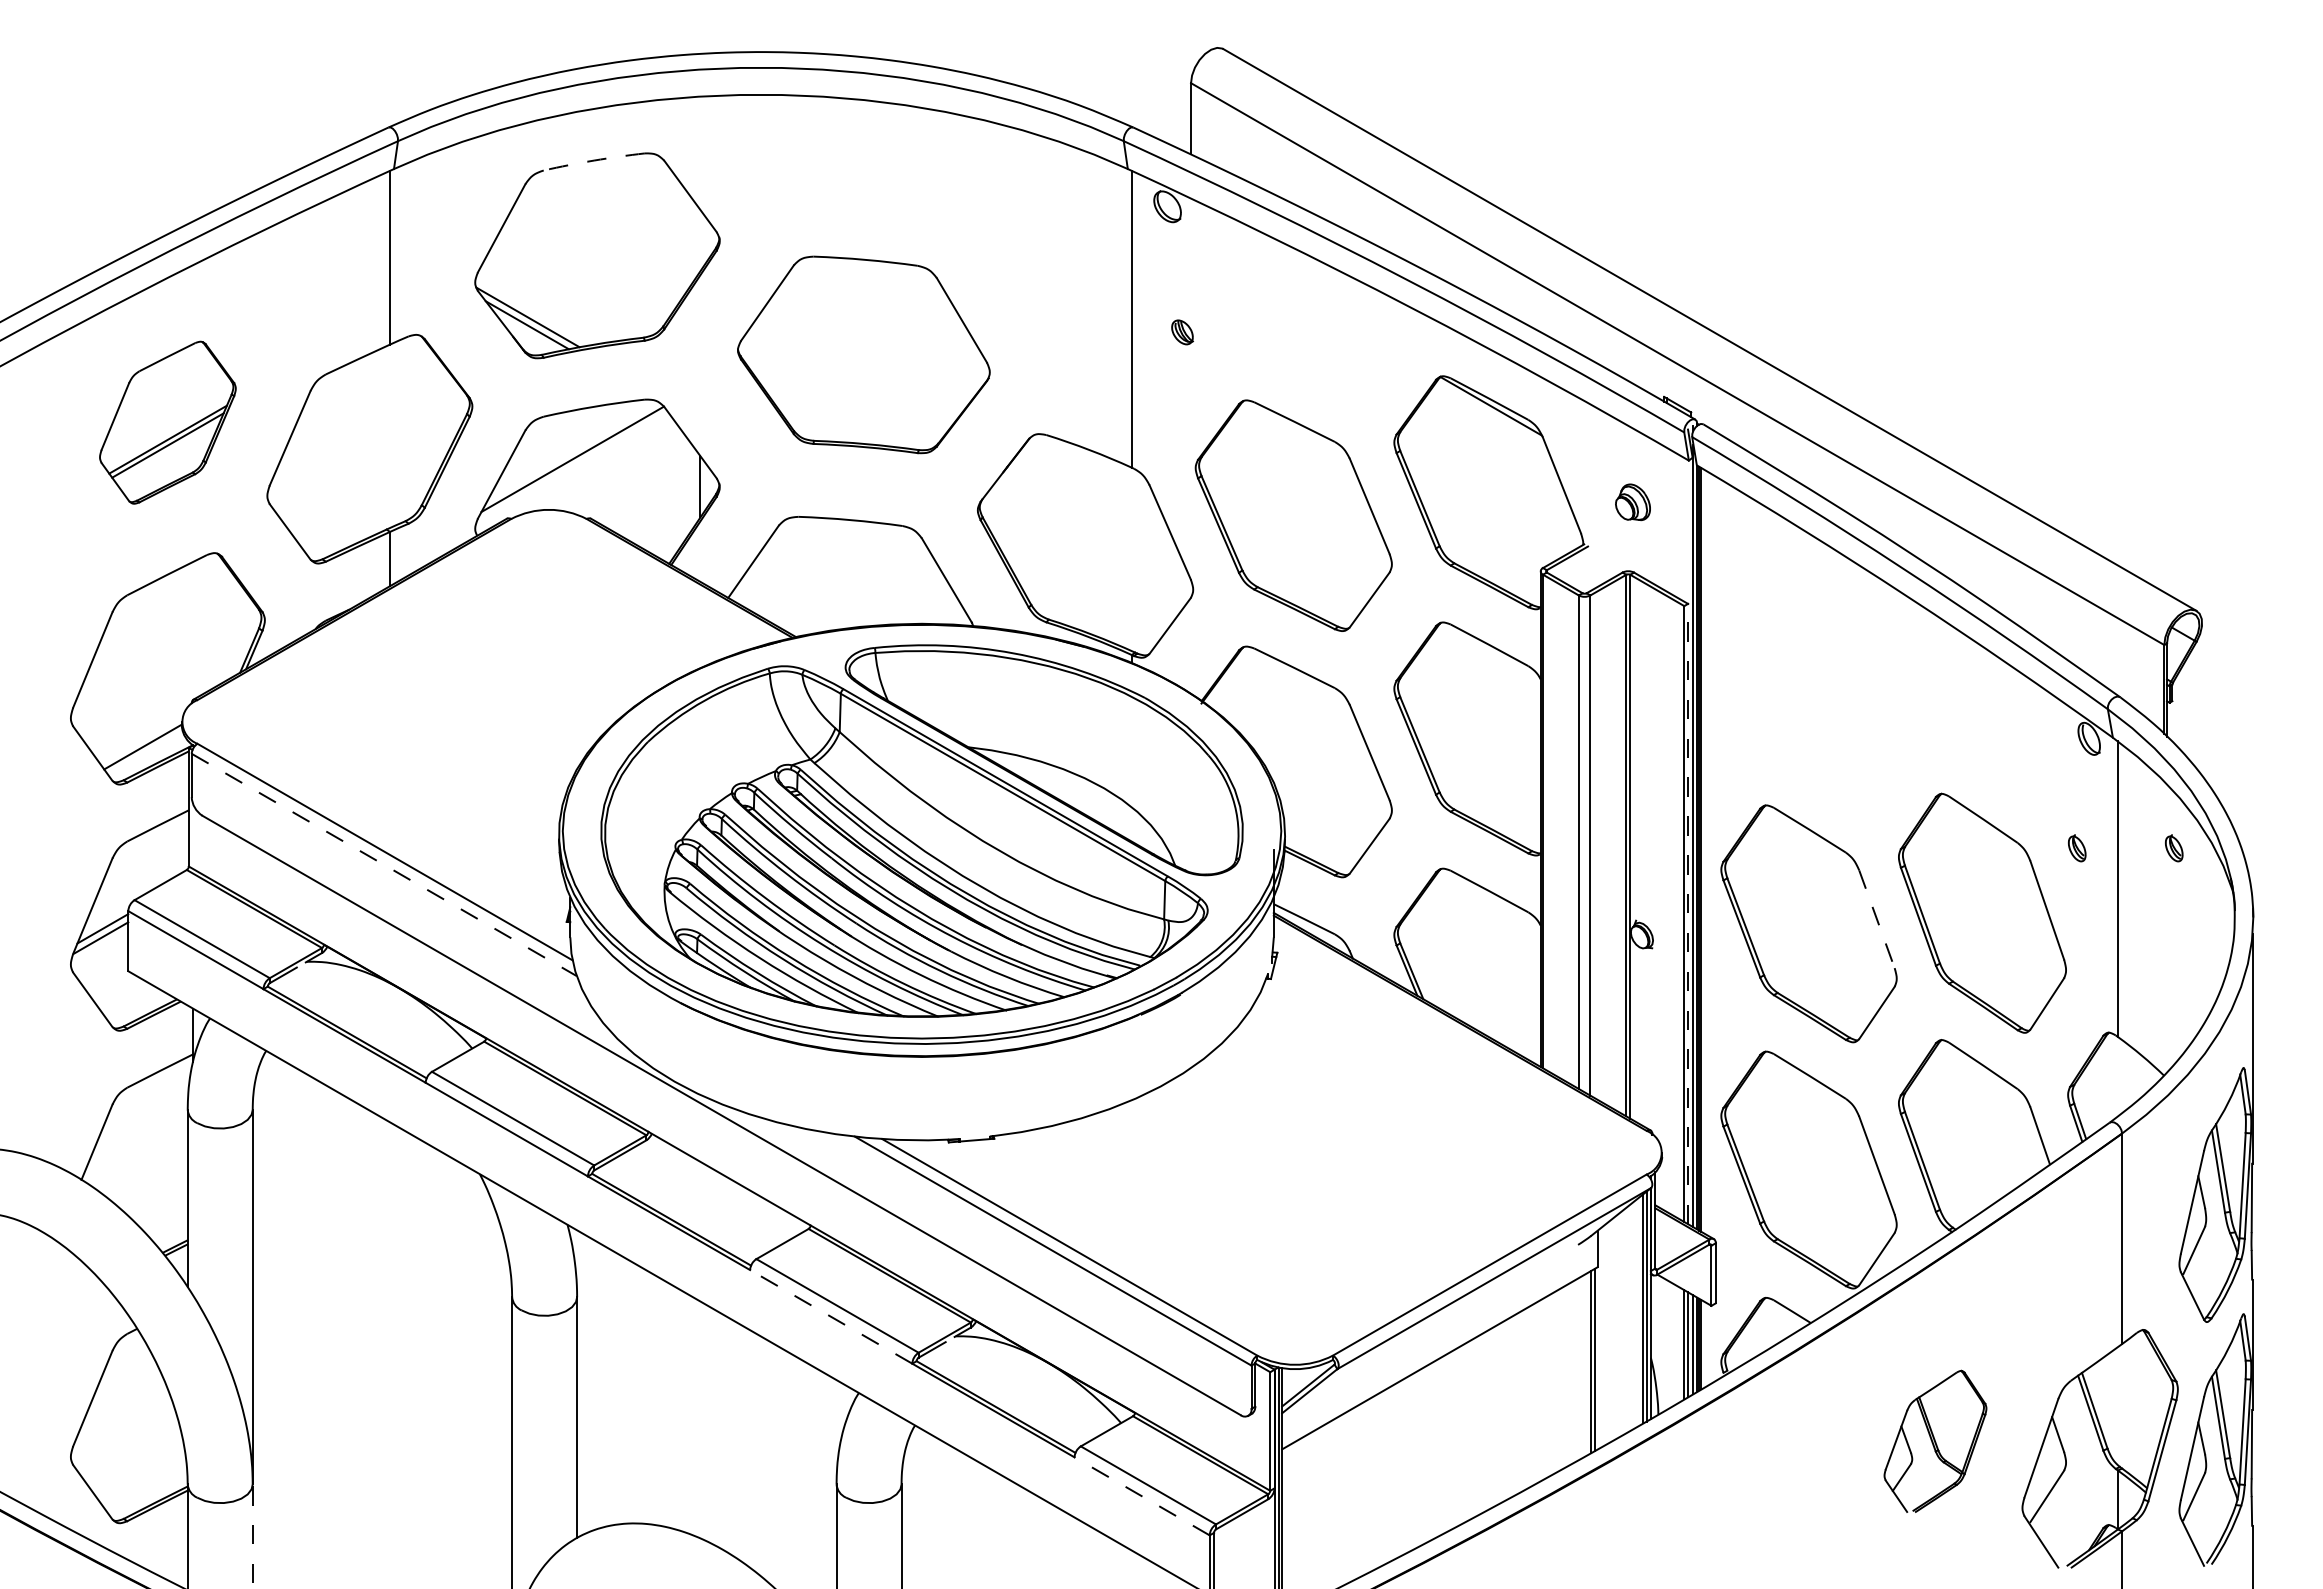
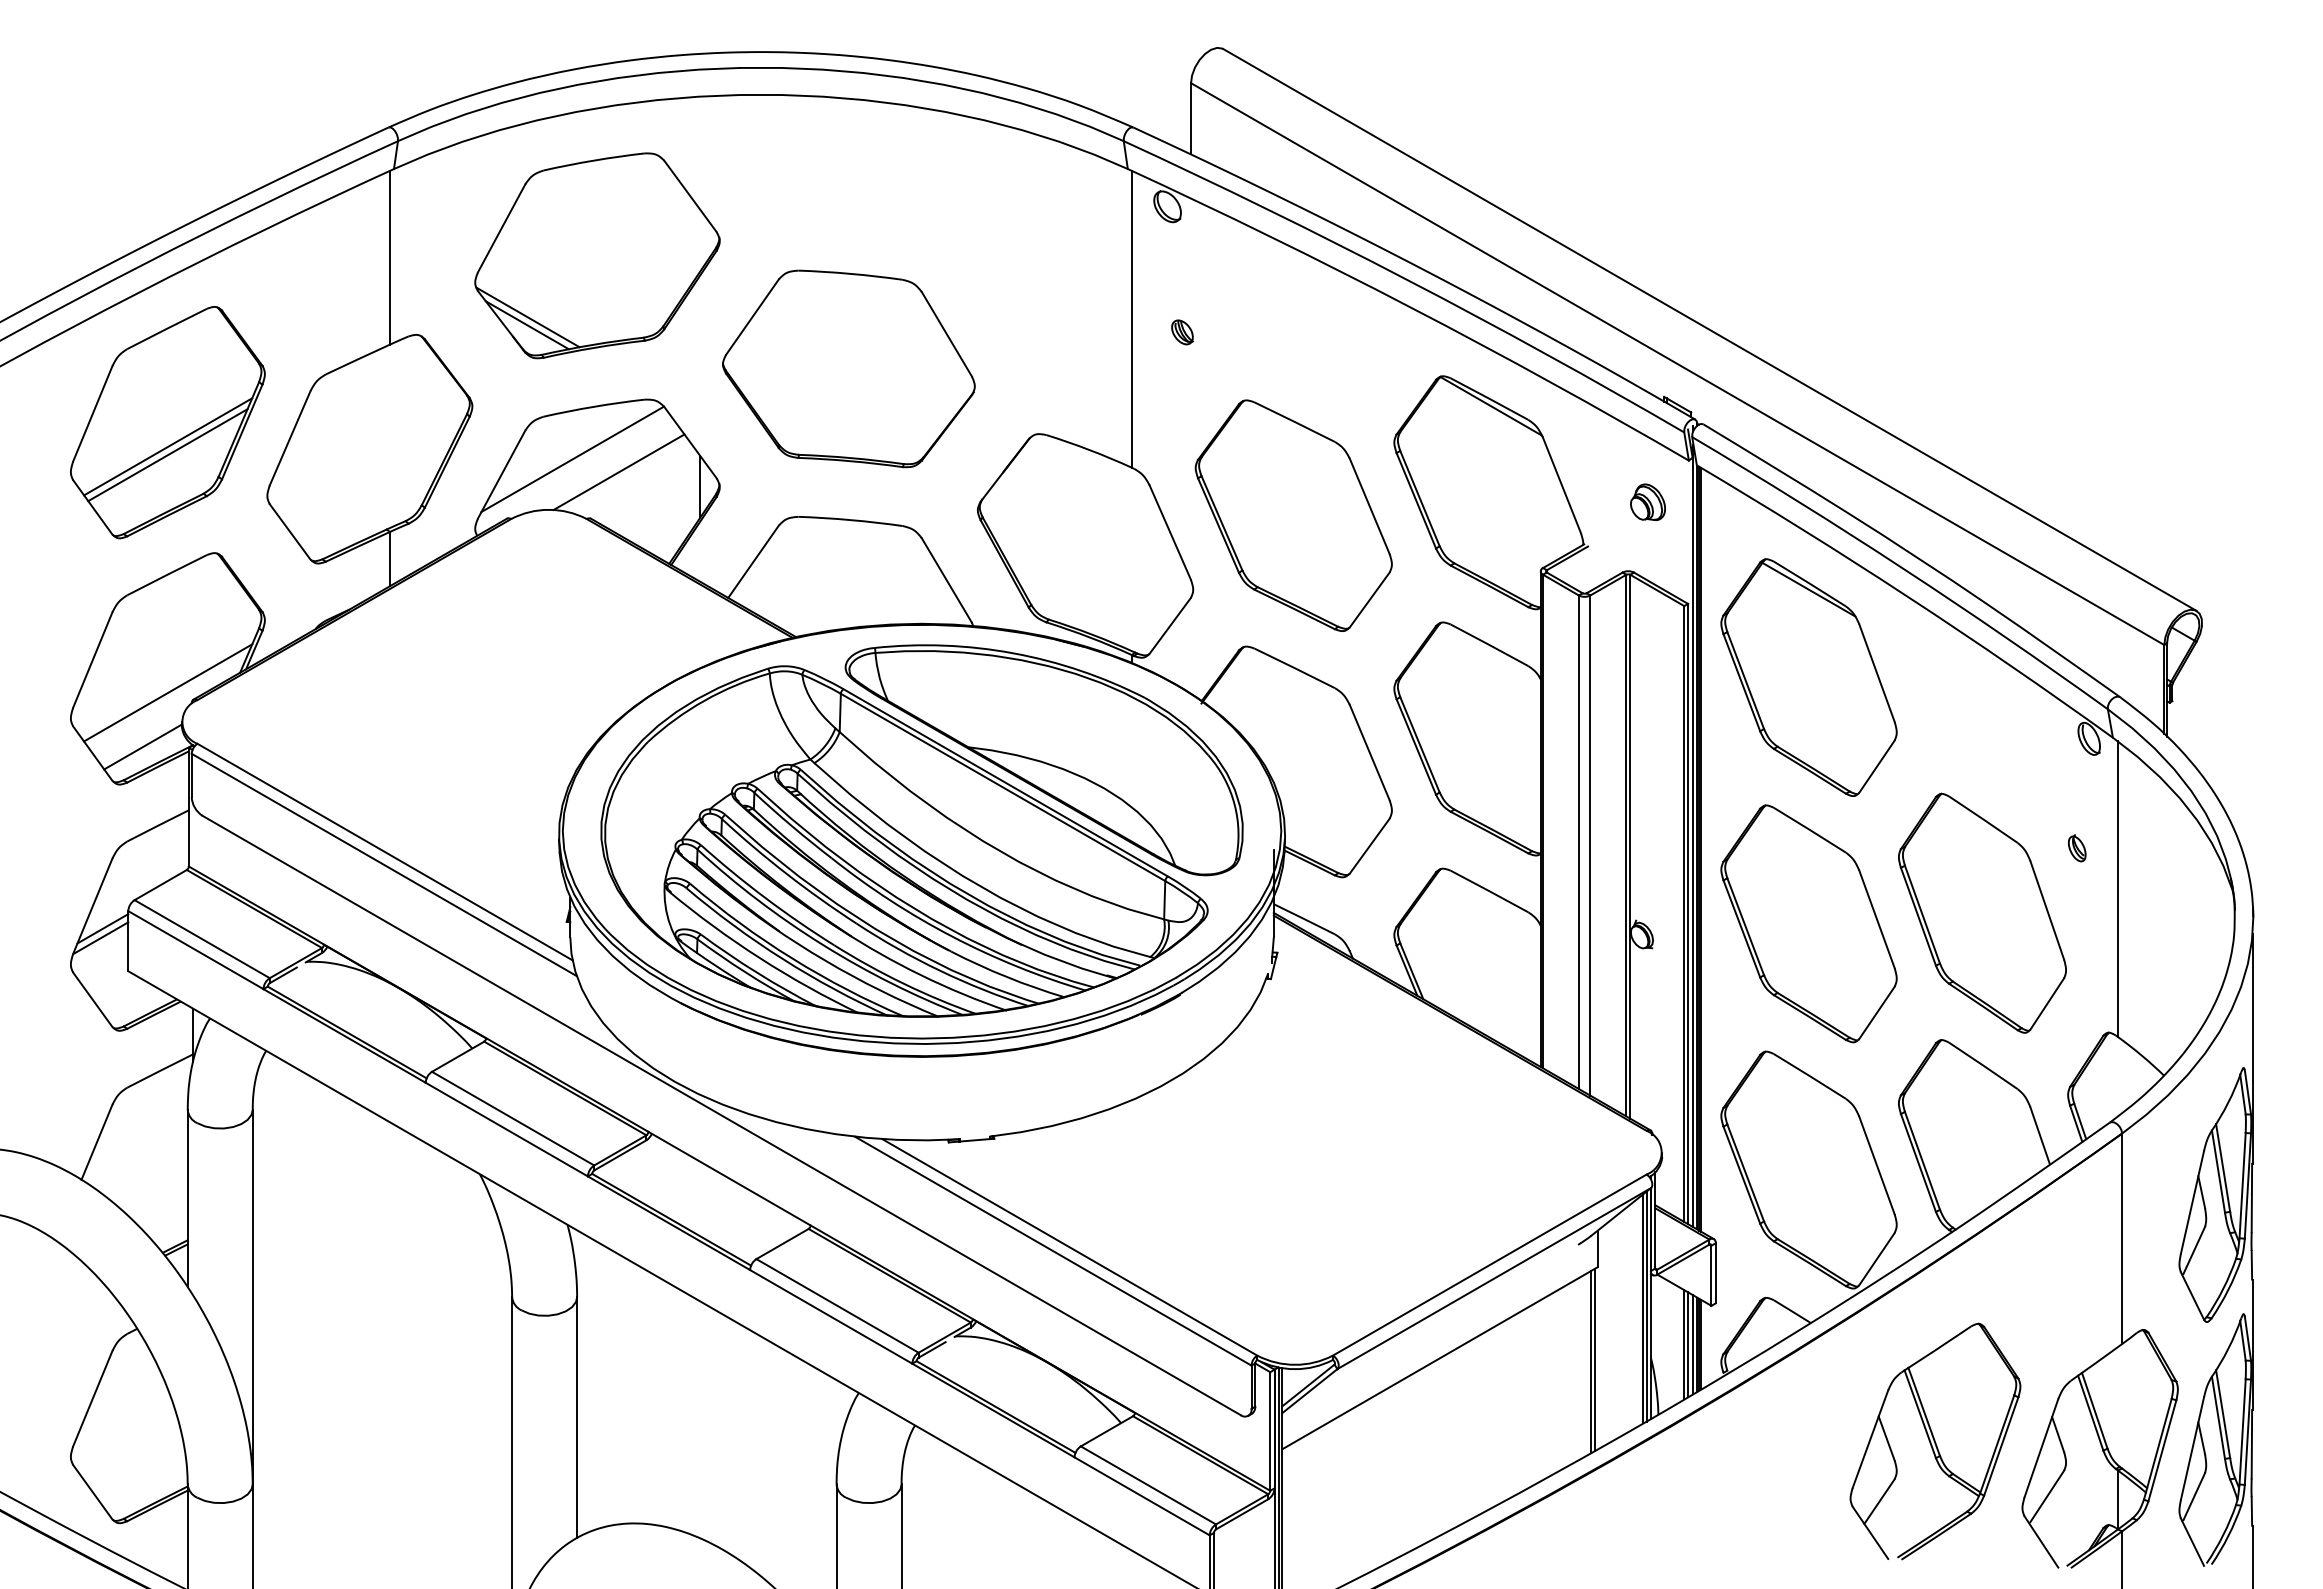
arc at (594, 160): dashed -> solid
part at (863, 354) position: (863, 354) -> (848, 368)
part at (167, 422) size: 138x165 px -> 196x234 px
line at (618, 472): none -> present
part at (1632, 502) position: (1632, 502) -> (1647, 502)
part at (1808, 677): none -> present
line at (168, 692): none -> present
part at (2174, 848): present -> none
line at (384, 865): dashed -> solid
line at (1688, 913): dashed -> solid
line at (1876, 919): dashed -> solid
line at (831, 1316): dashed -> solid
part at (1935, 1440) size: 105x144 px -> 173x239 px
line at (1141, 1496): dashed -> solid
line at (252, 1536): dashed -> solid
